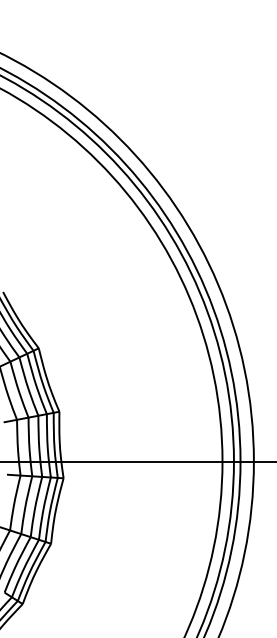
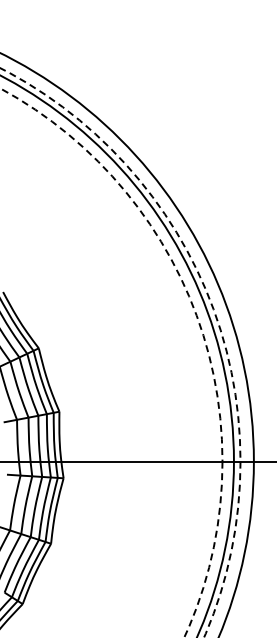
circle at (120, 352): solid -> dashed
circle at (111, 362): solid -> dashed
